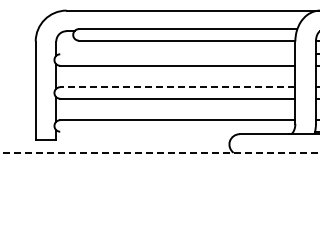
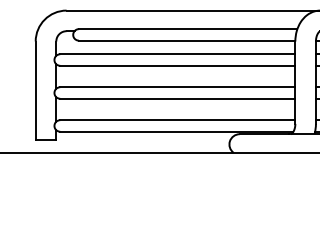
line at (177, 54): none -> present
line at (177, 87): dashed -> solid
line at (176, 131): none -> present
line at (159, 152): dashed -> solid
